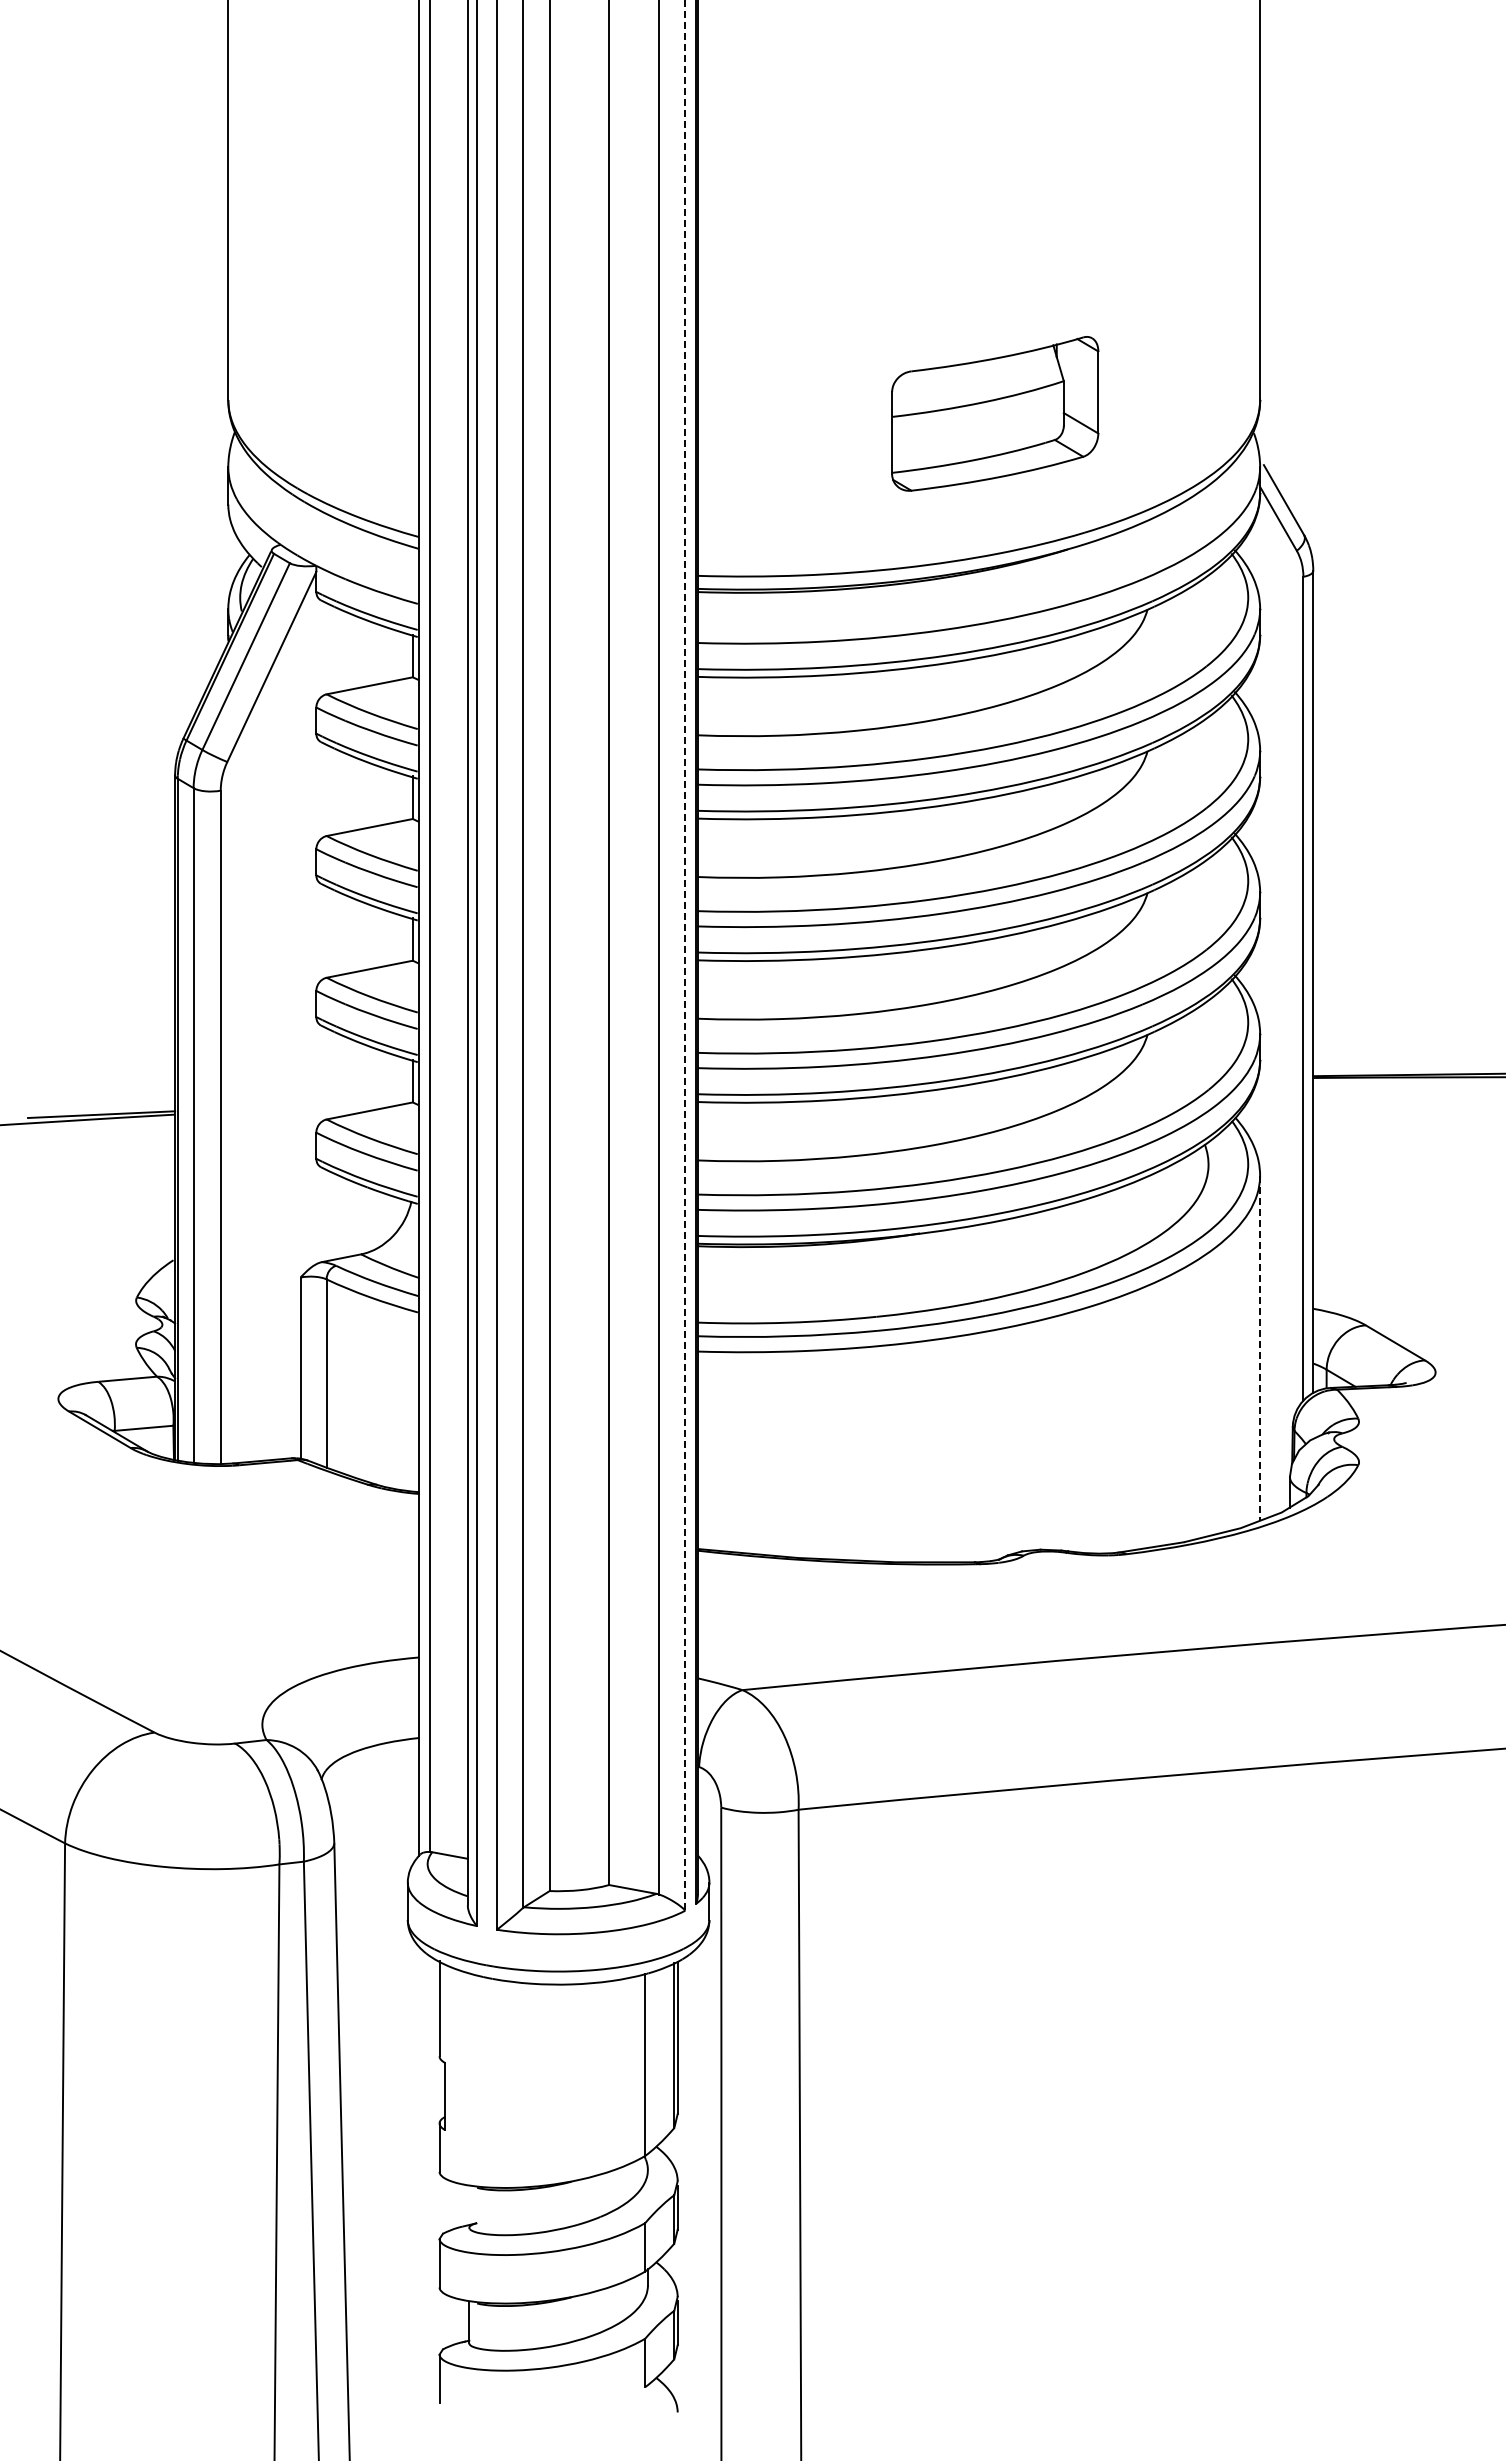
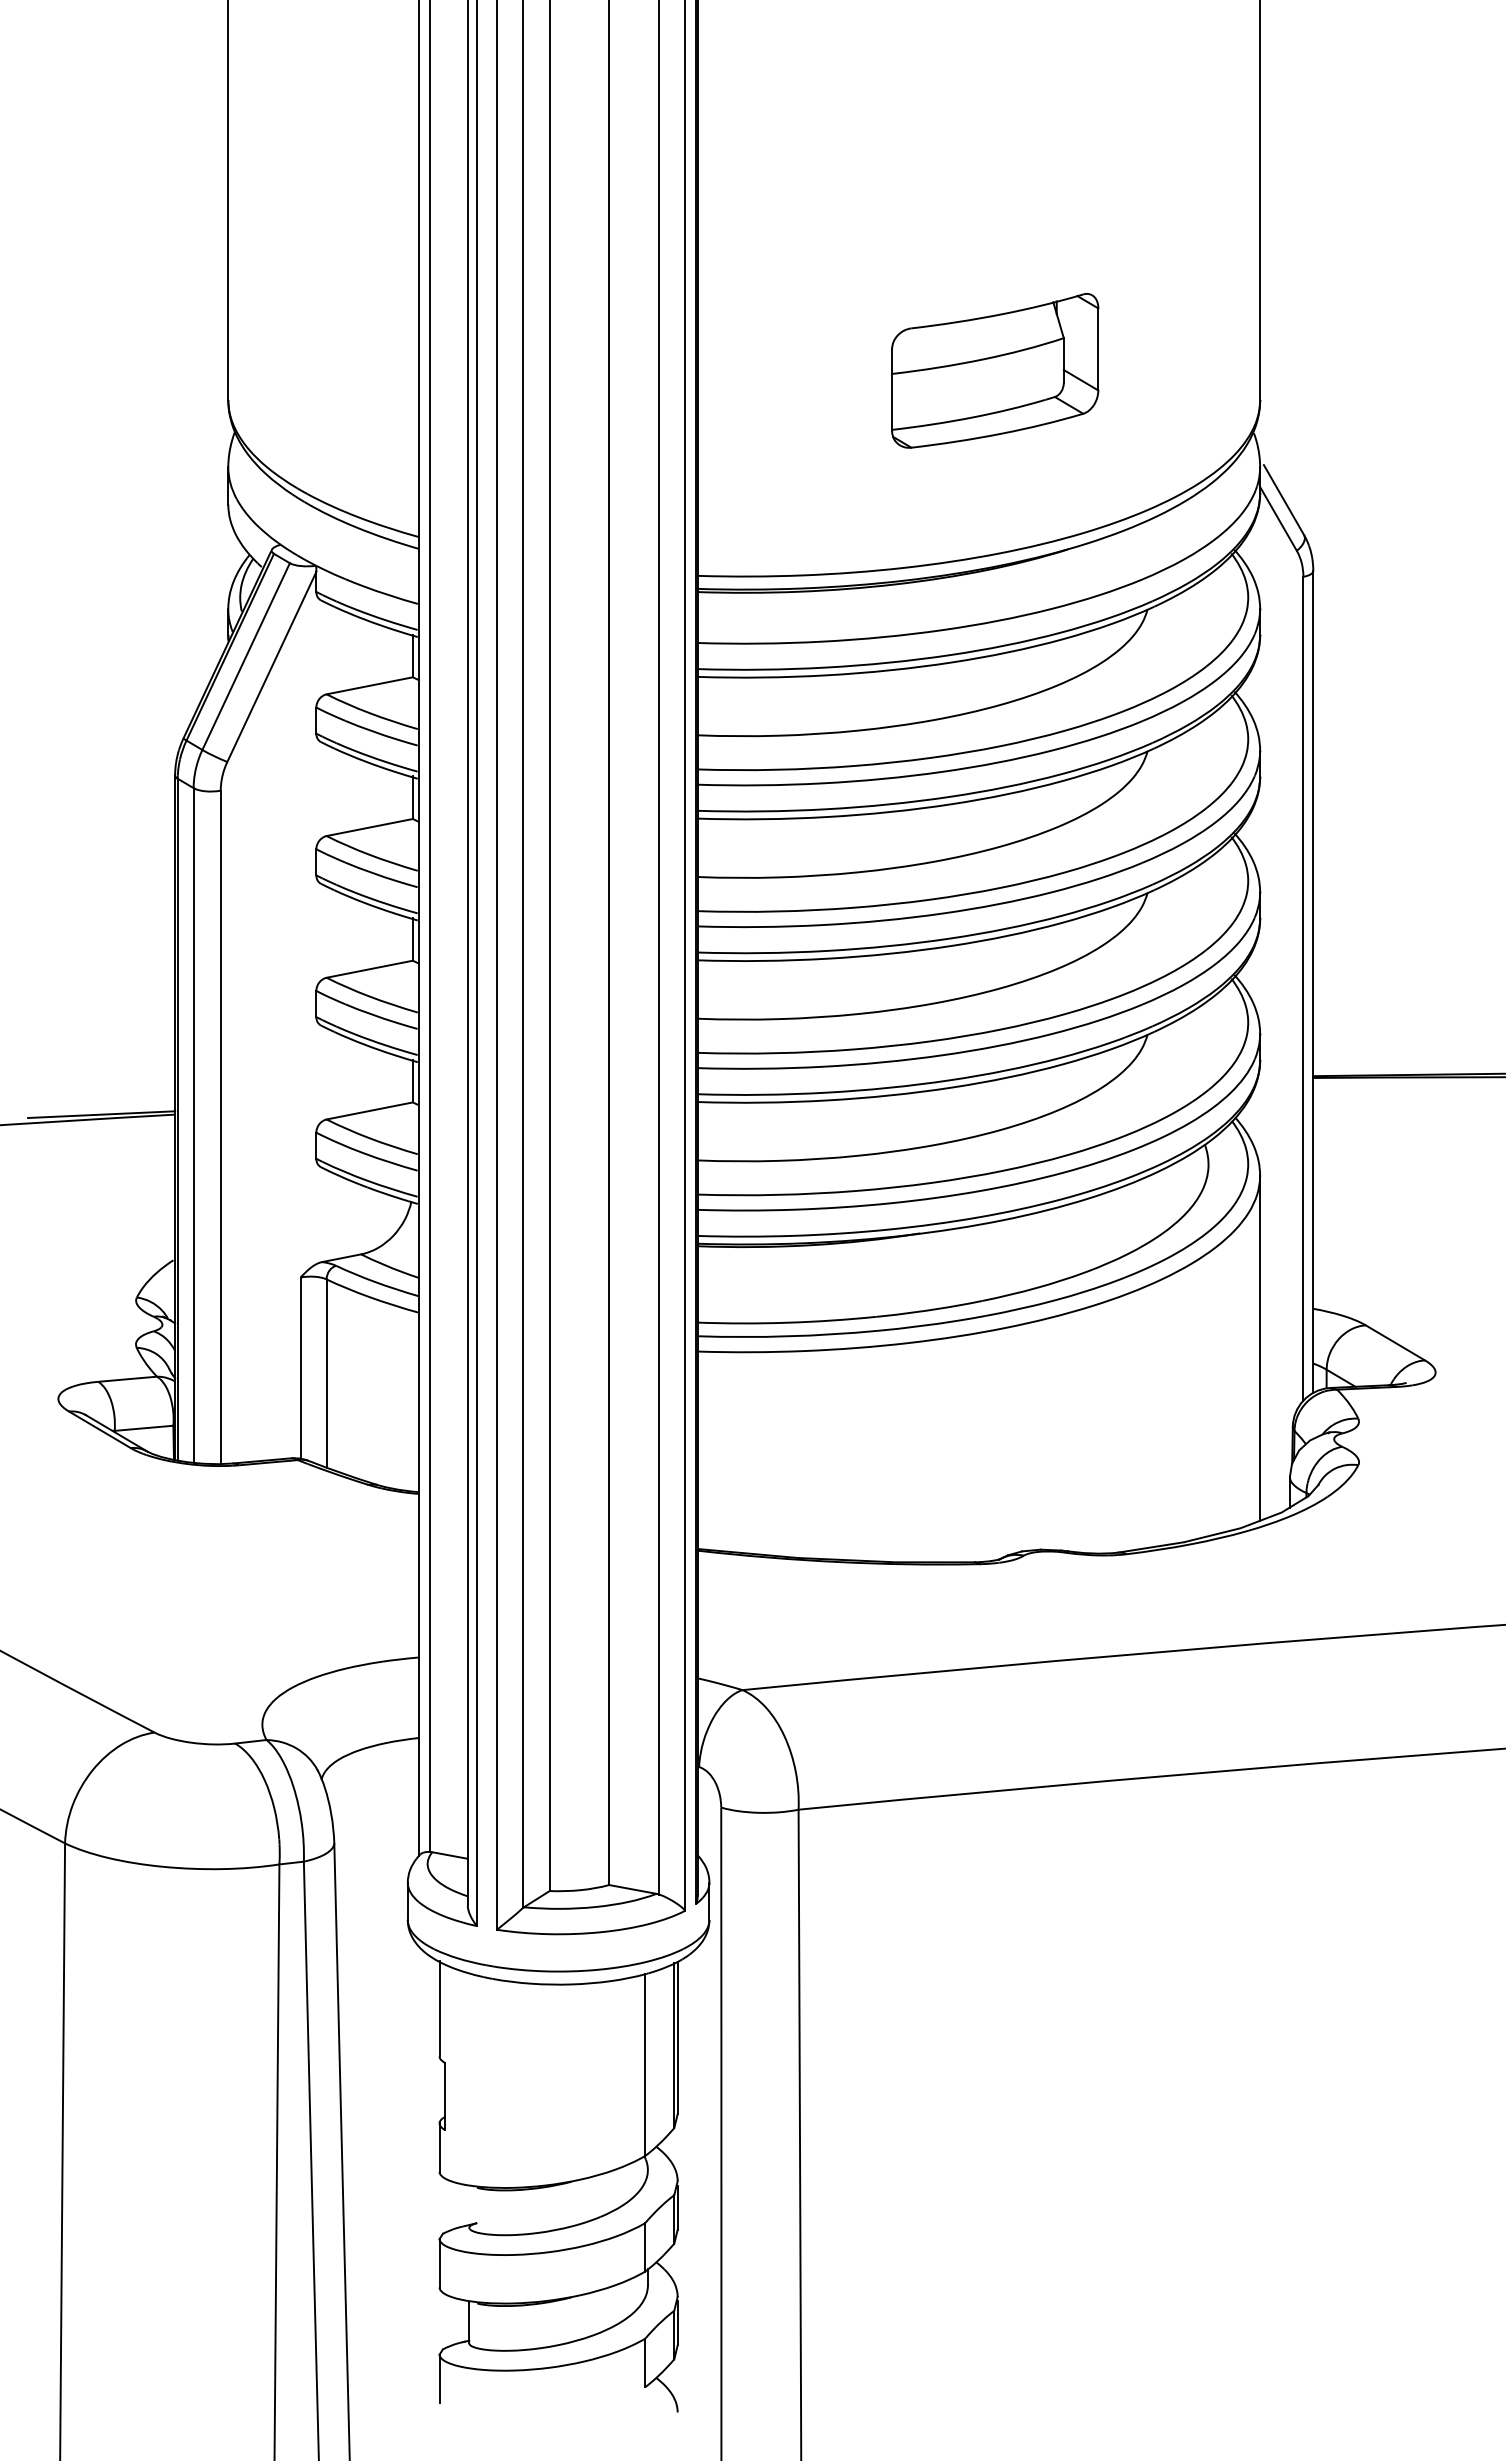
part at (995, 413) position: (995, 413) -> (995, 370)
line at (685, 955): dashed -> solid
line at (1260, 1348): dashed -> solid
